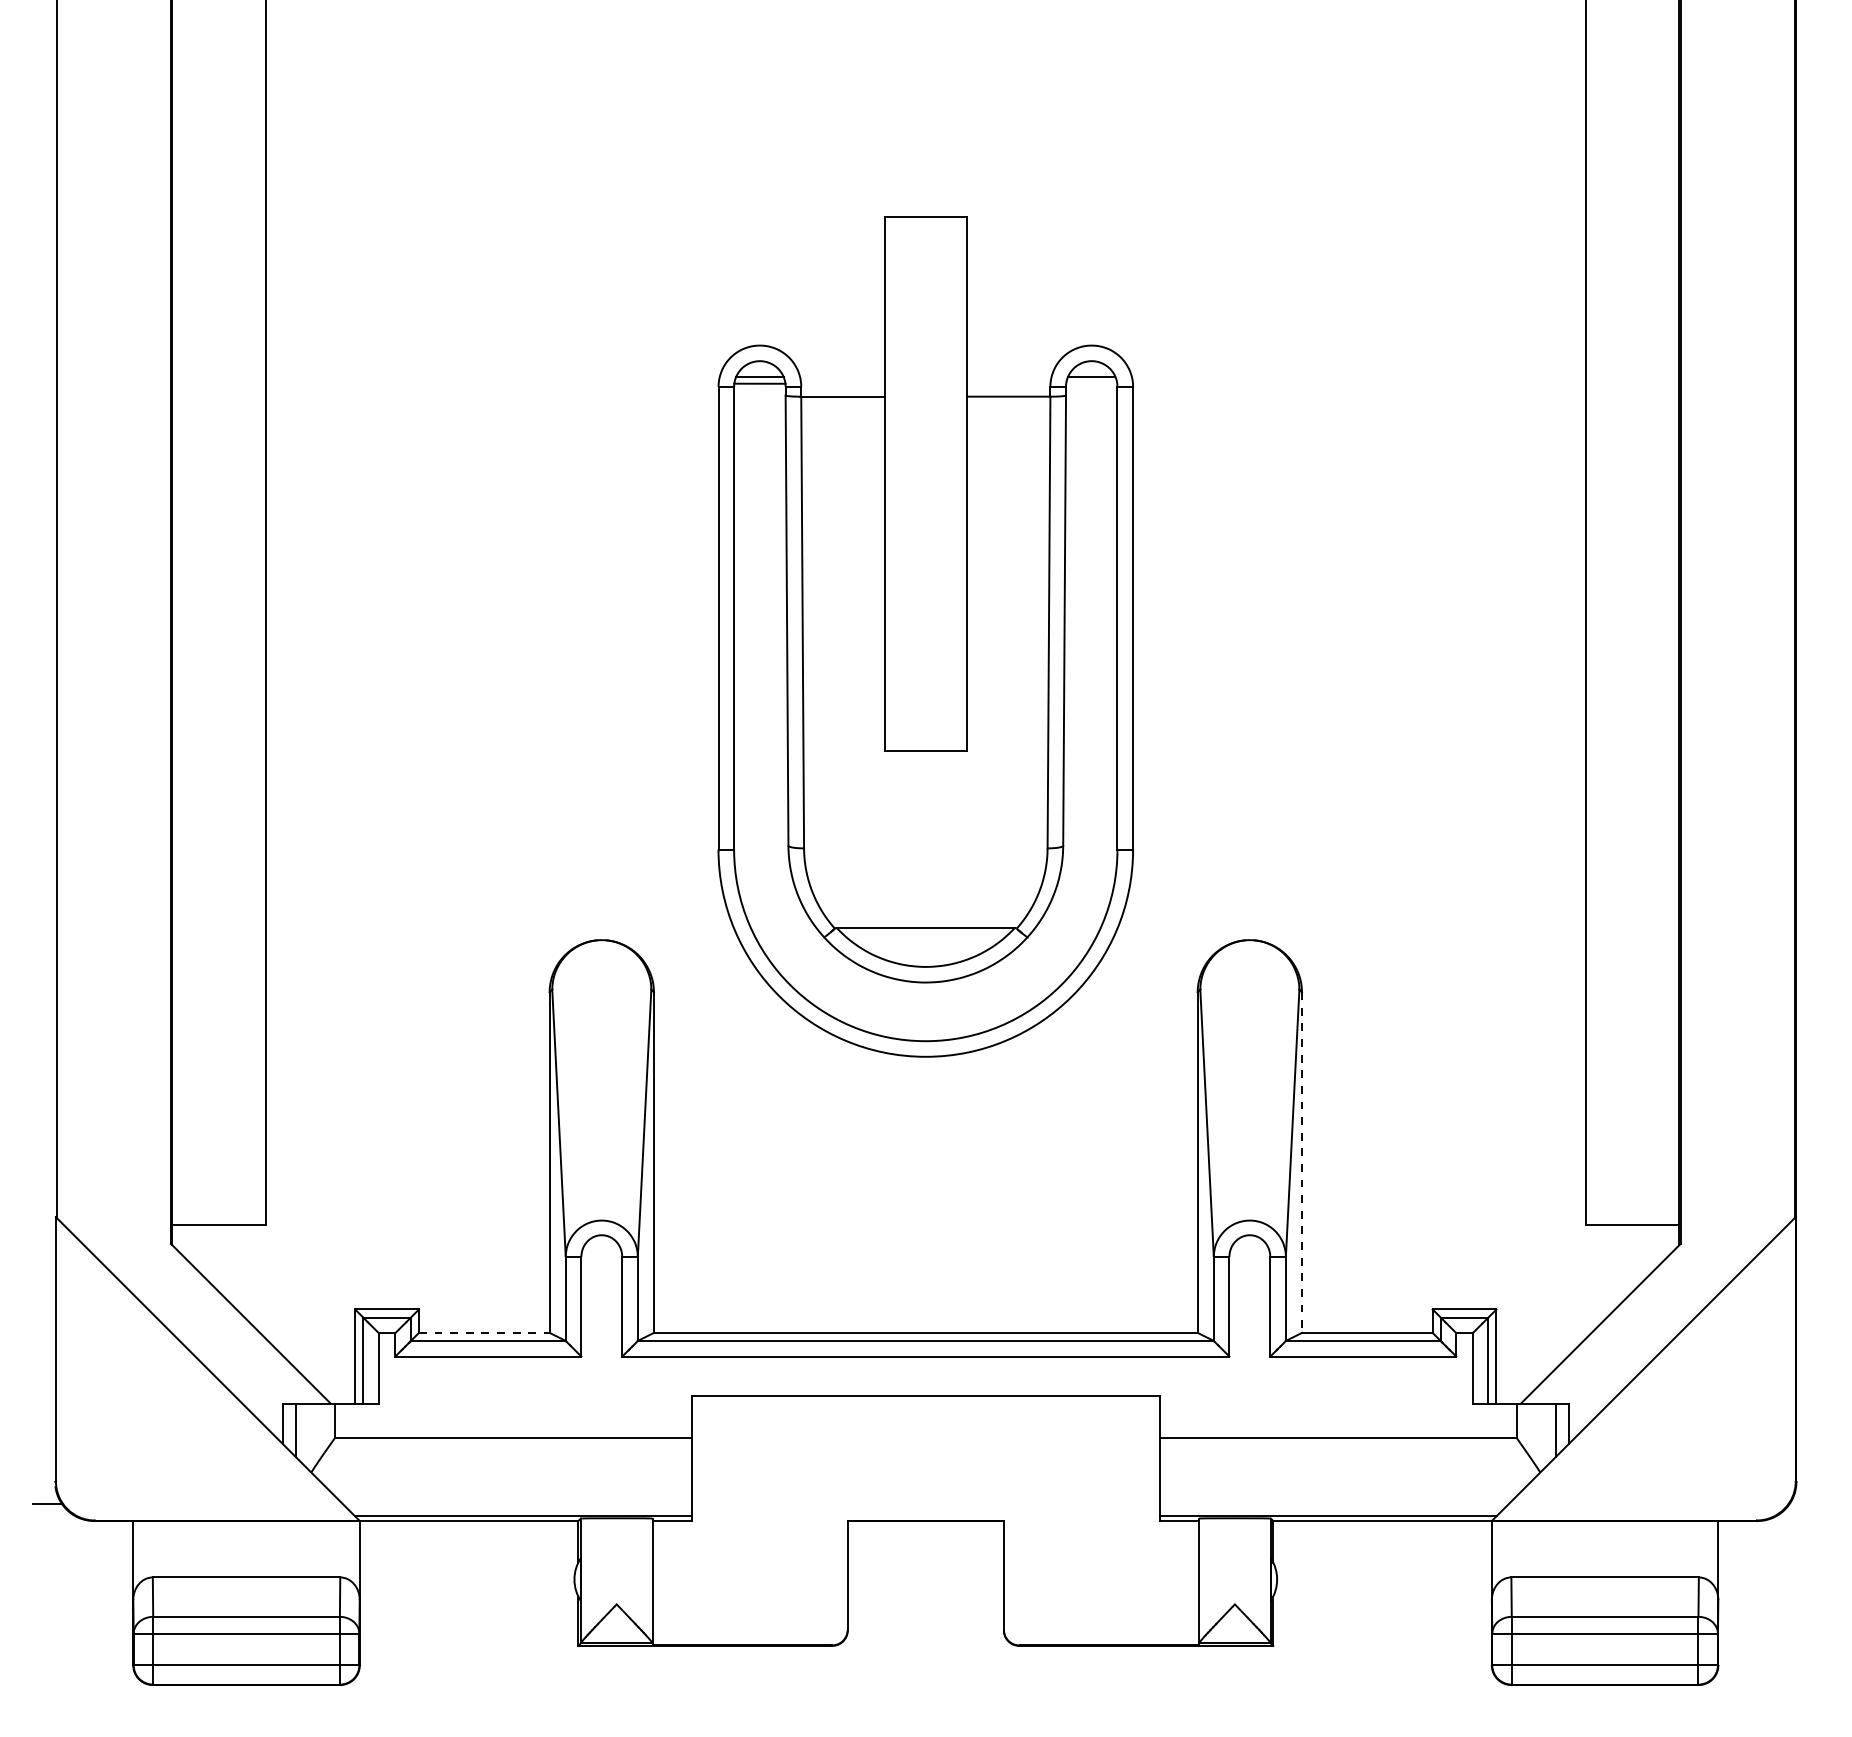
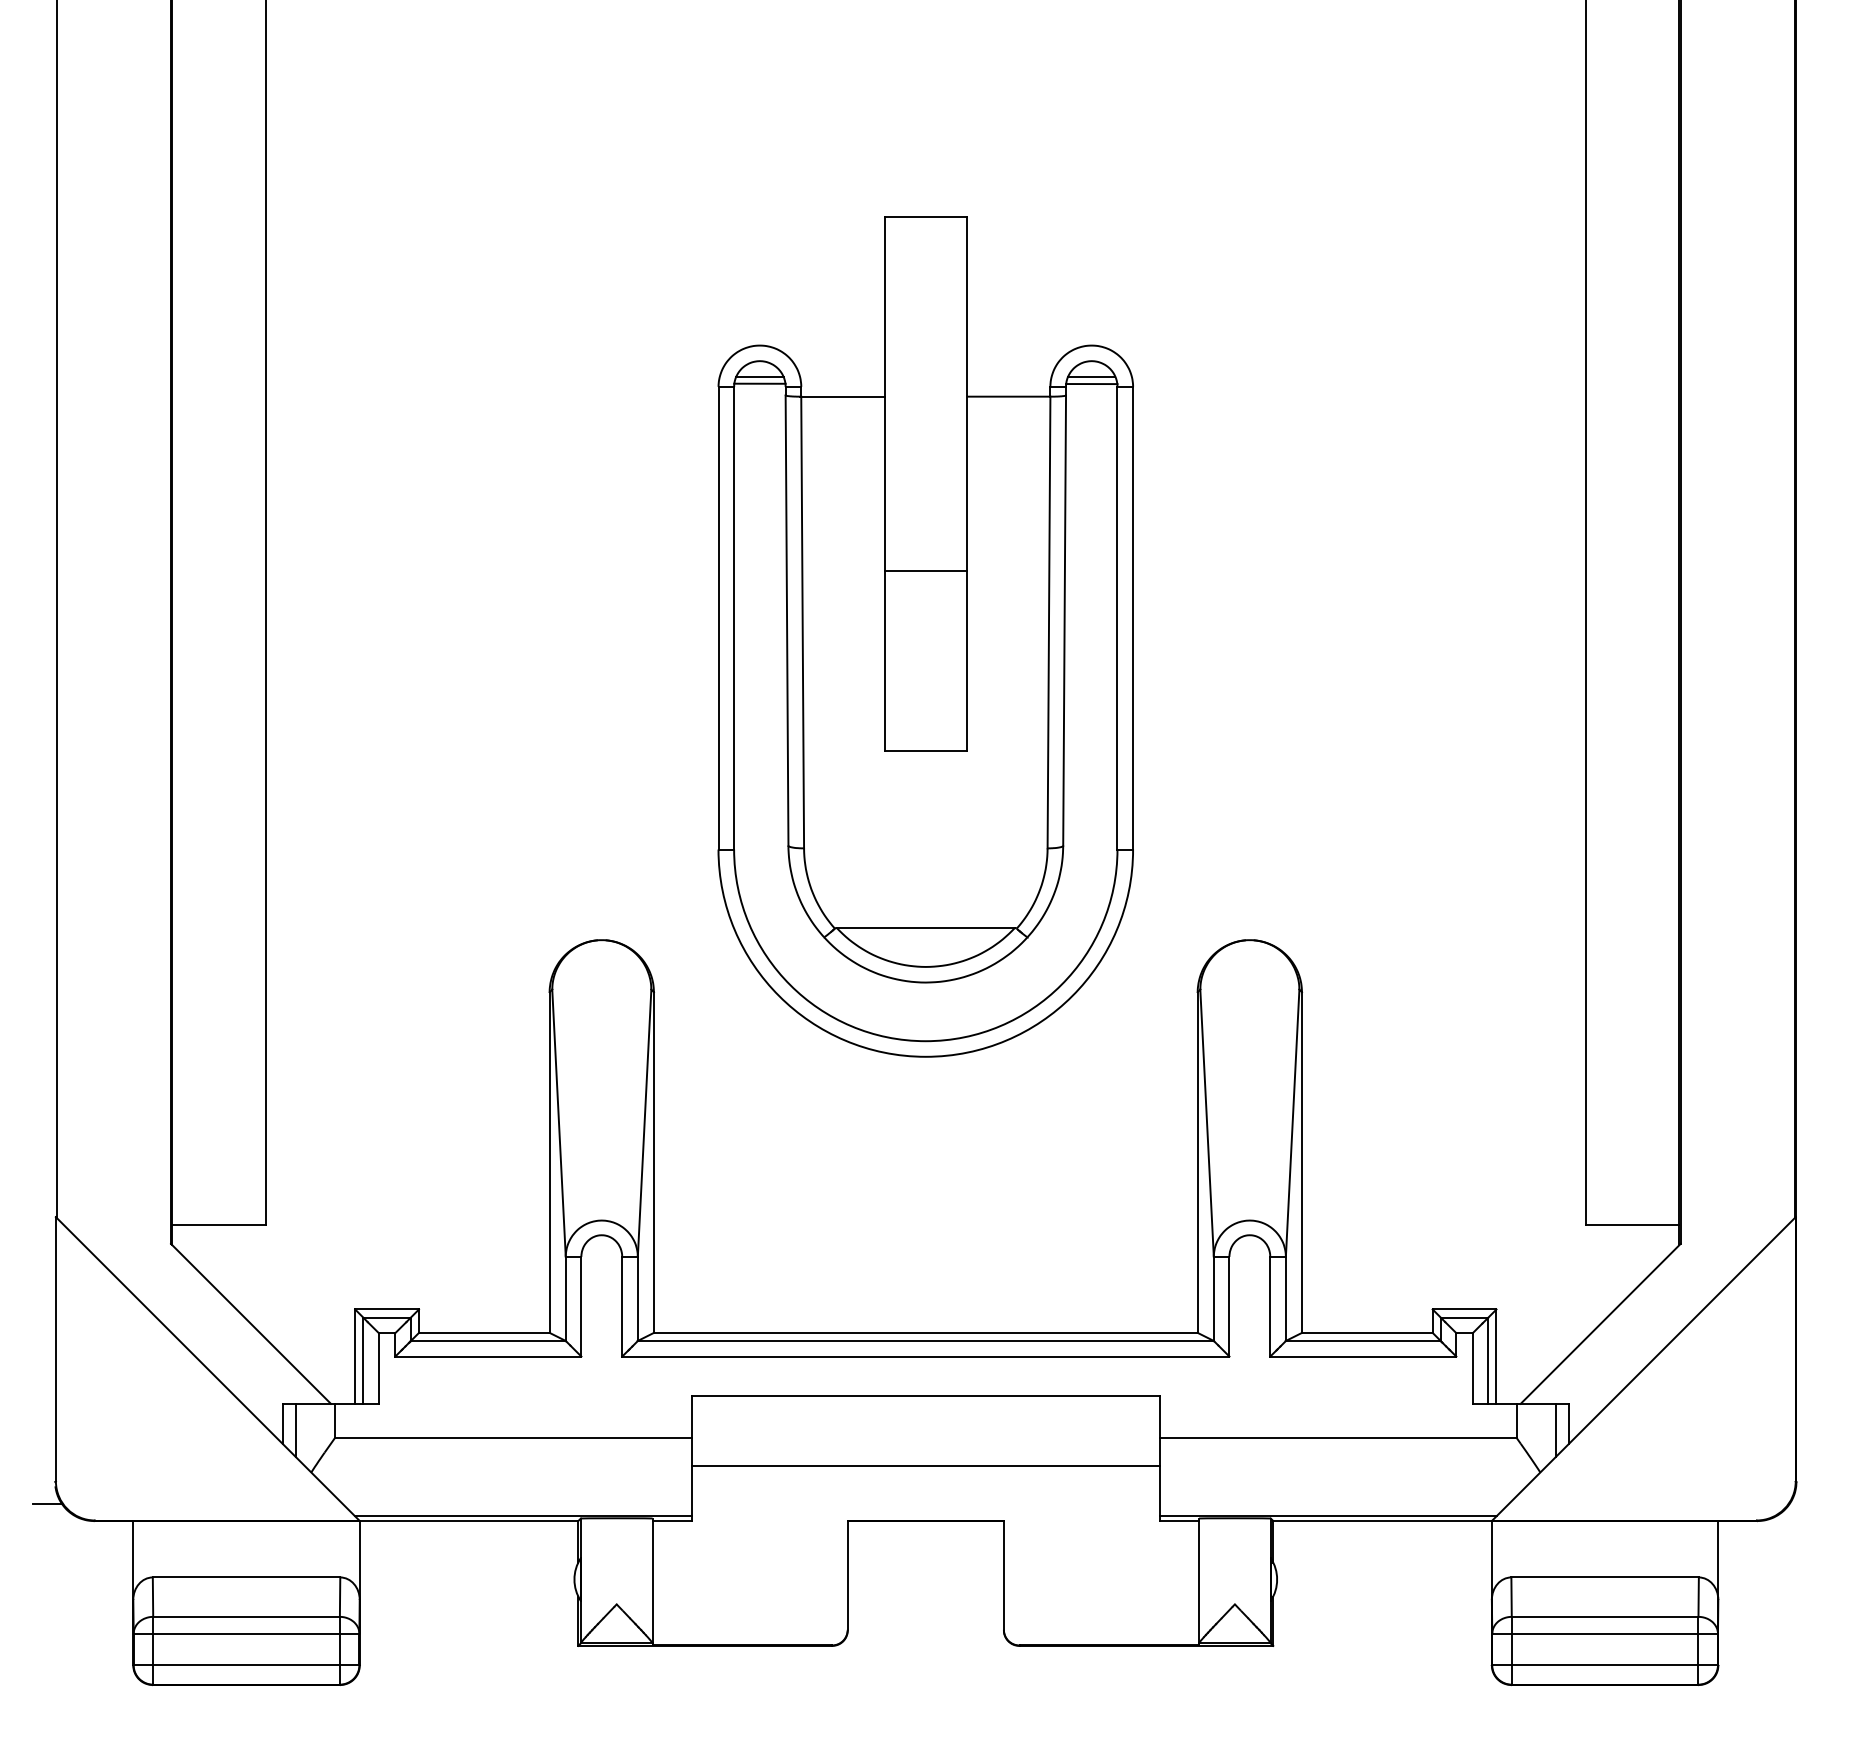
line at (1091, 384): none -> present
line at (925, 571): none -> present
line at (1301, 1163): dashed -> solid
line at (484, 1332): dashed -> solid
line at (925, 1466): none -> present
